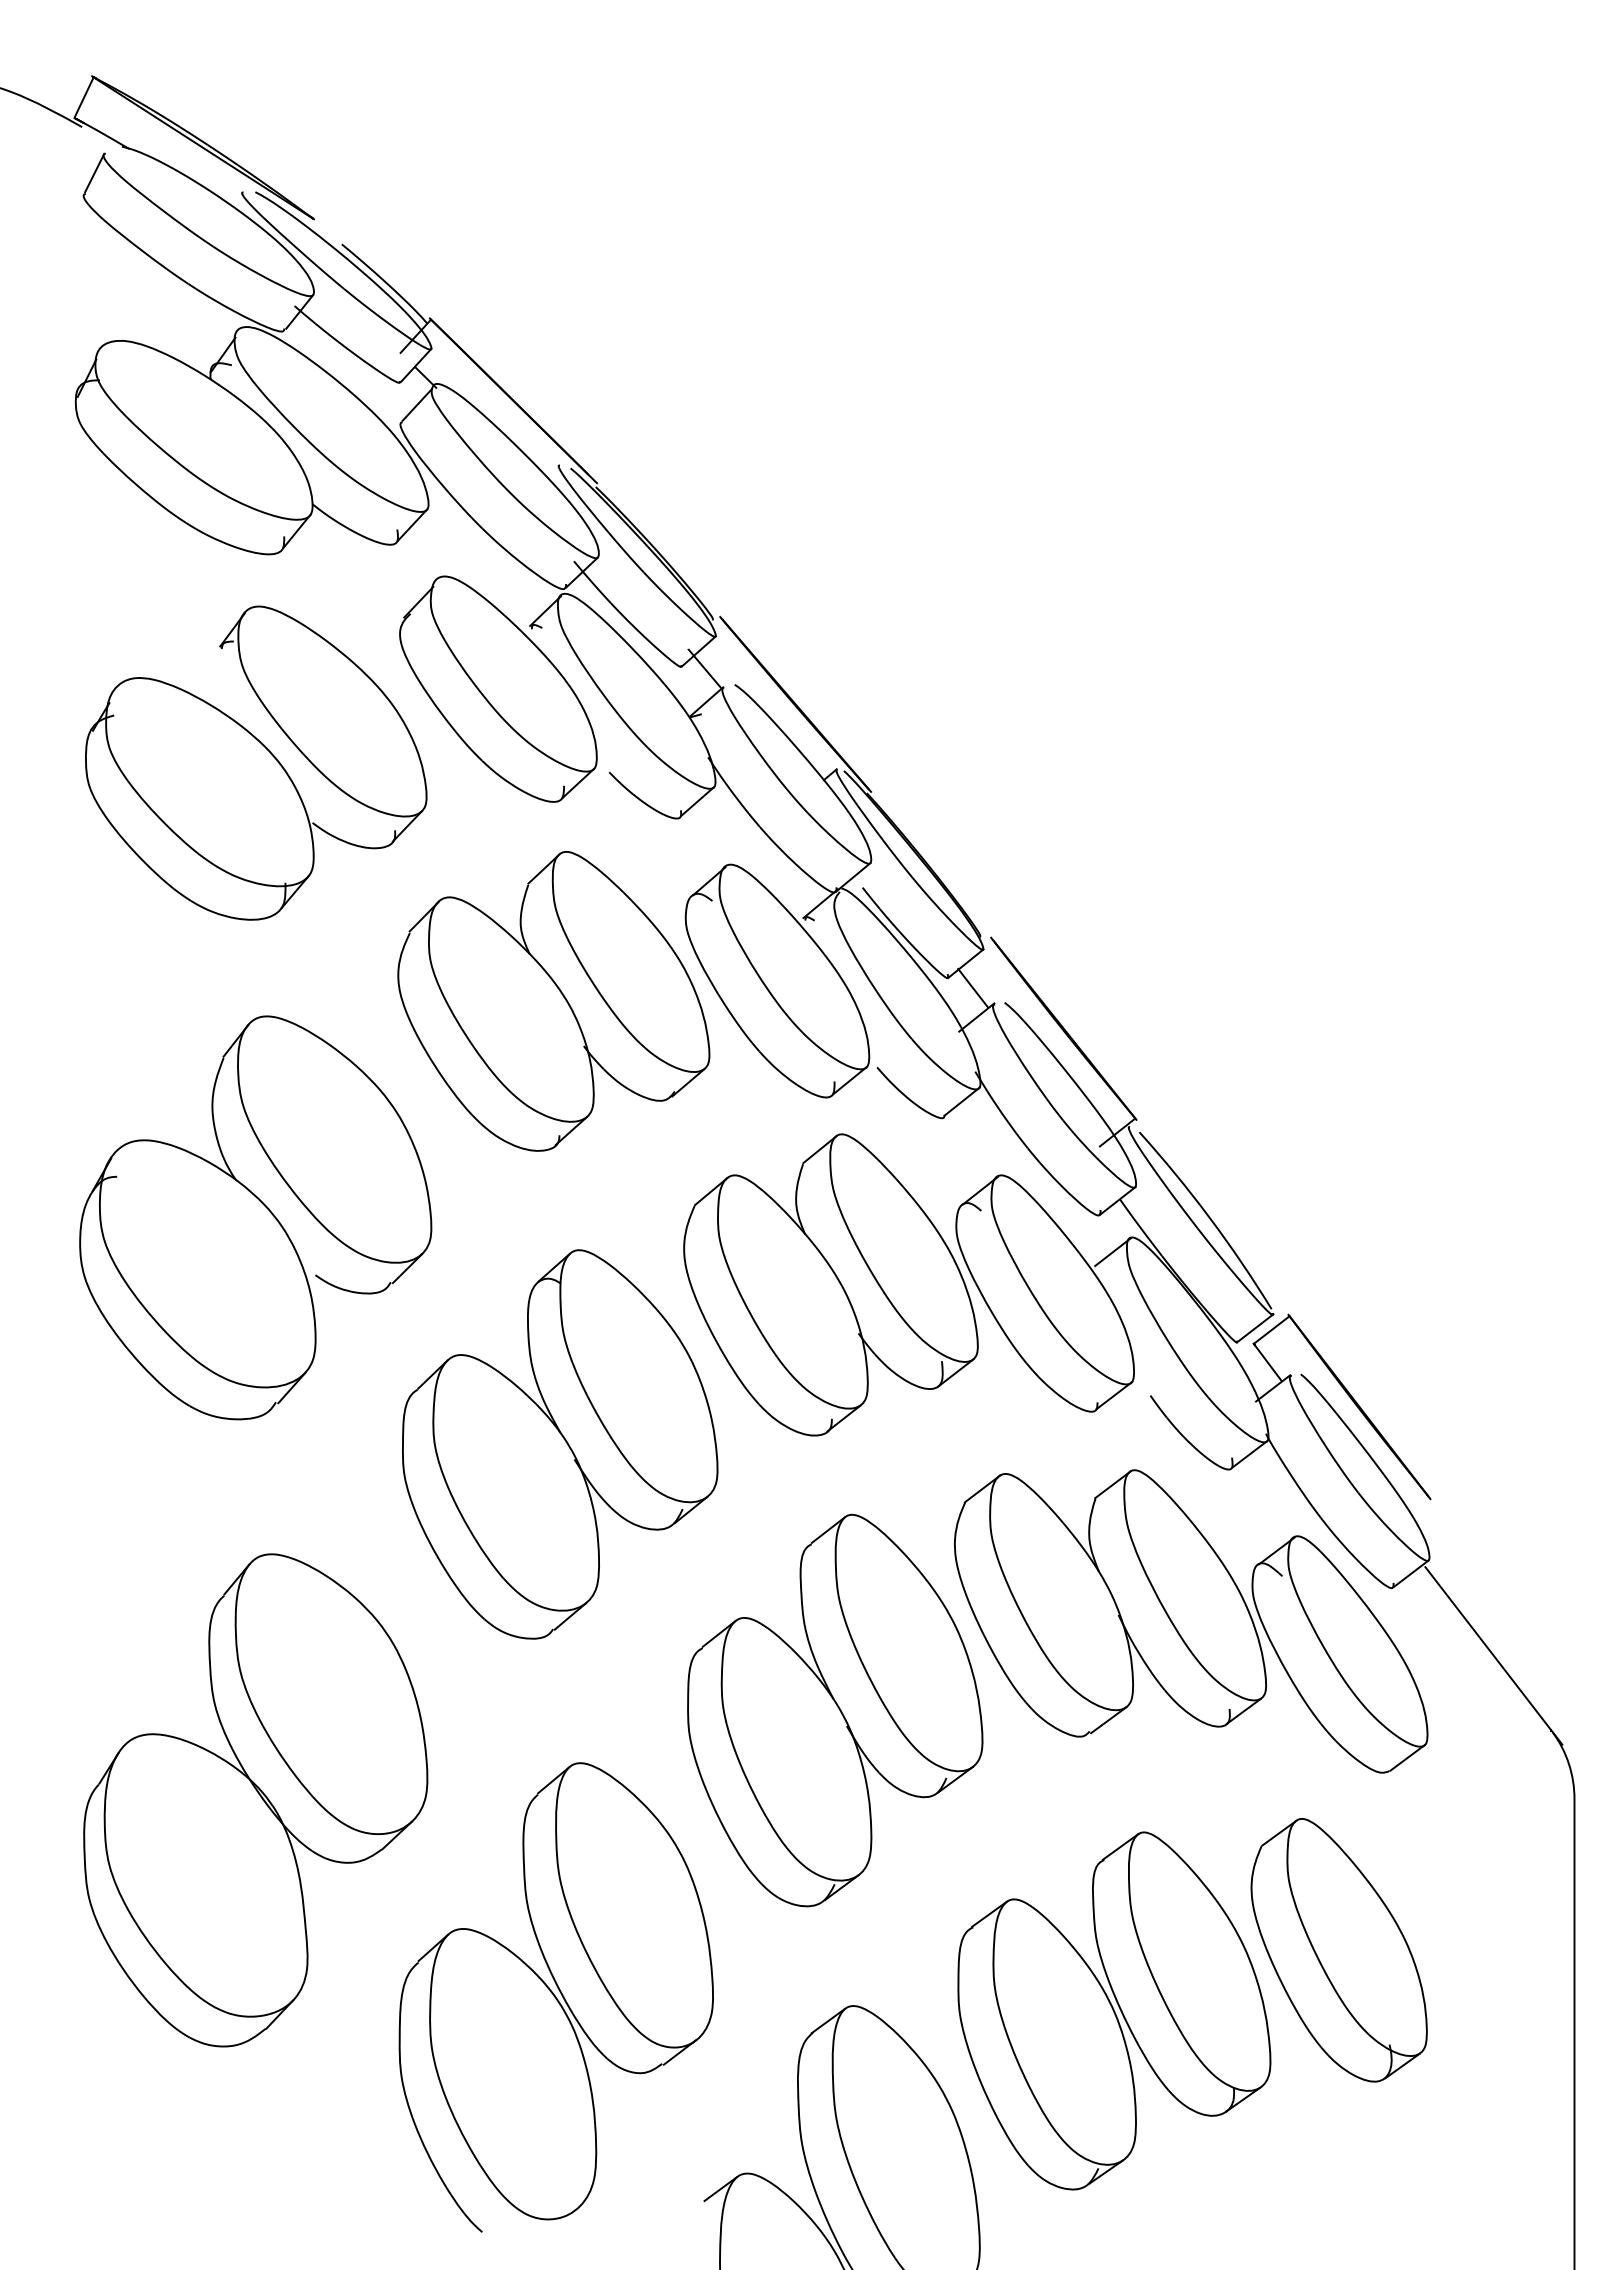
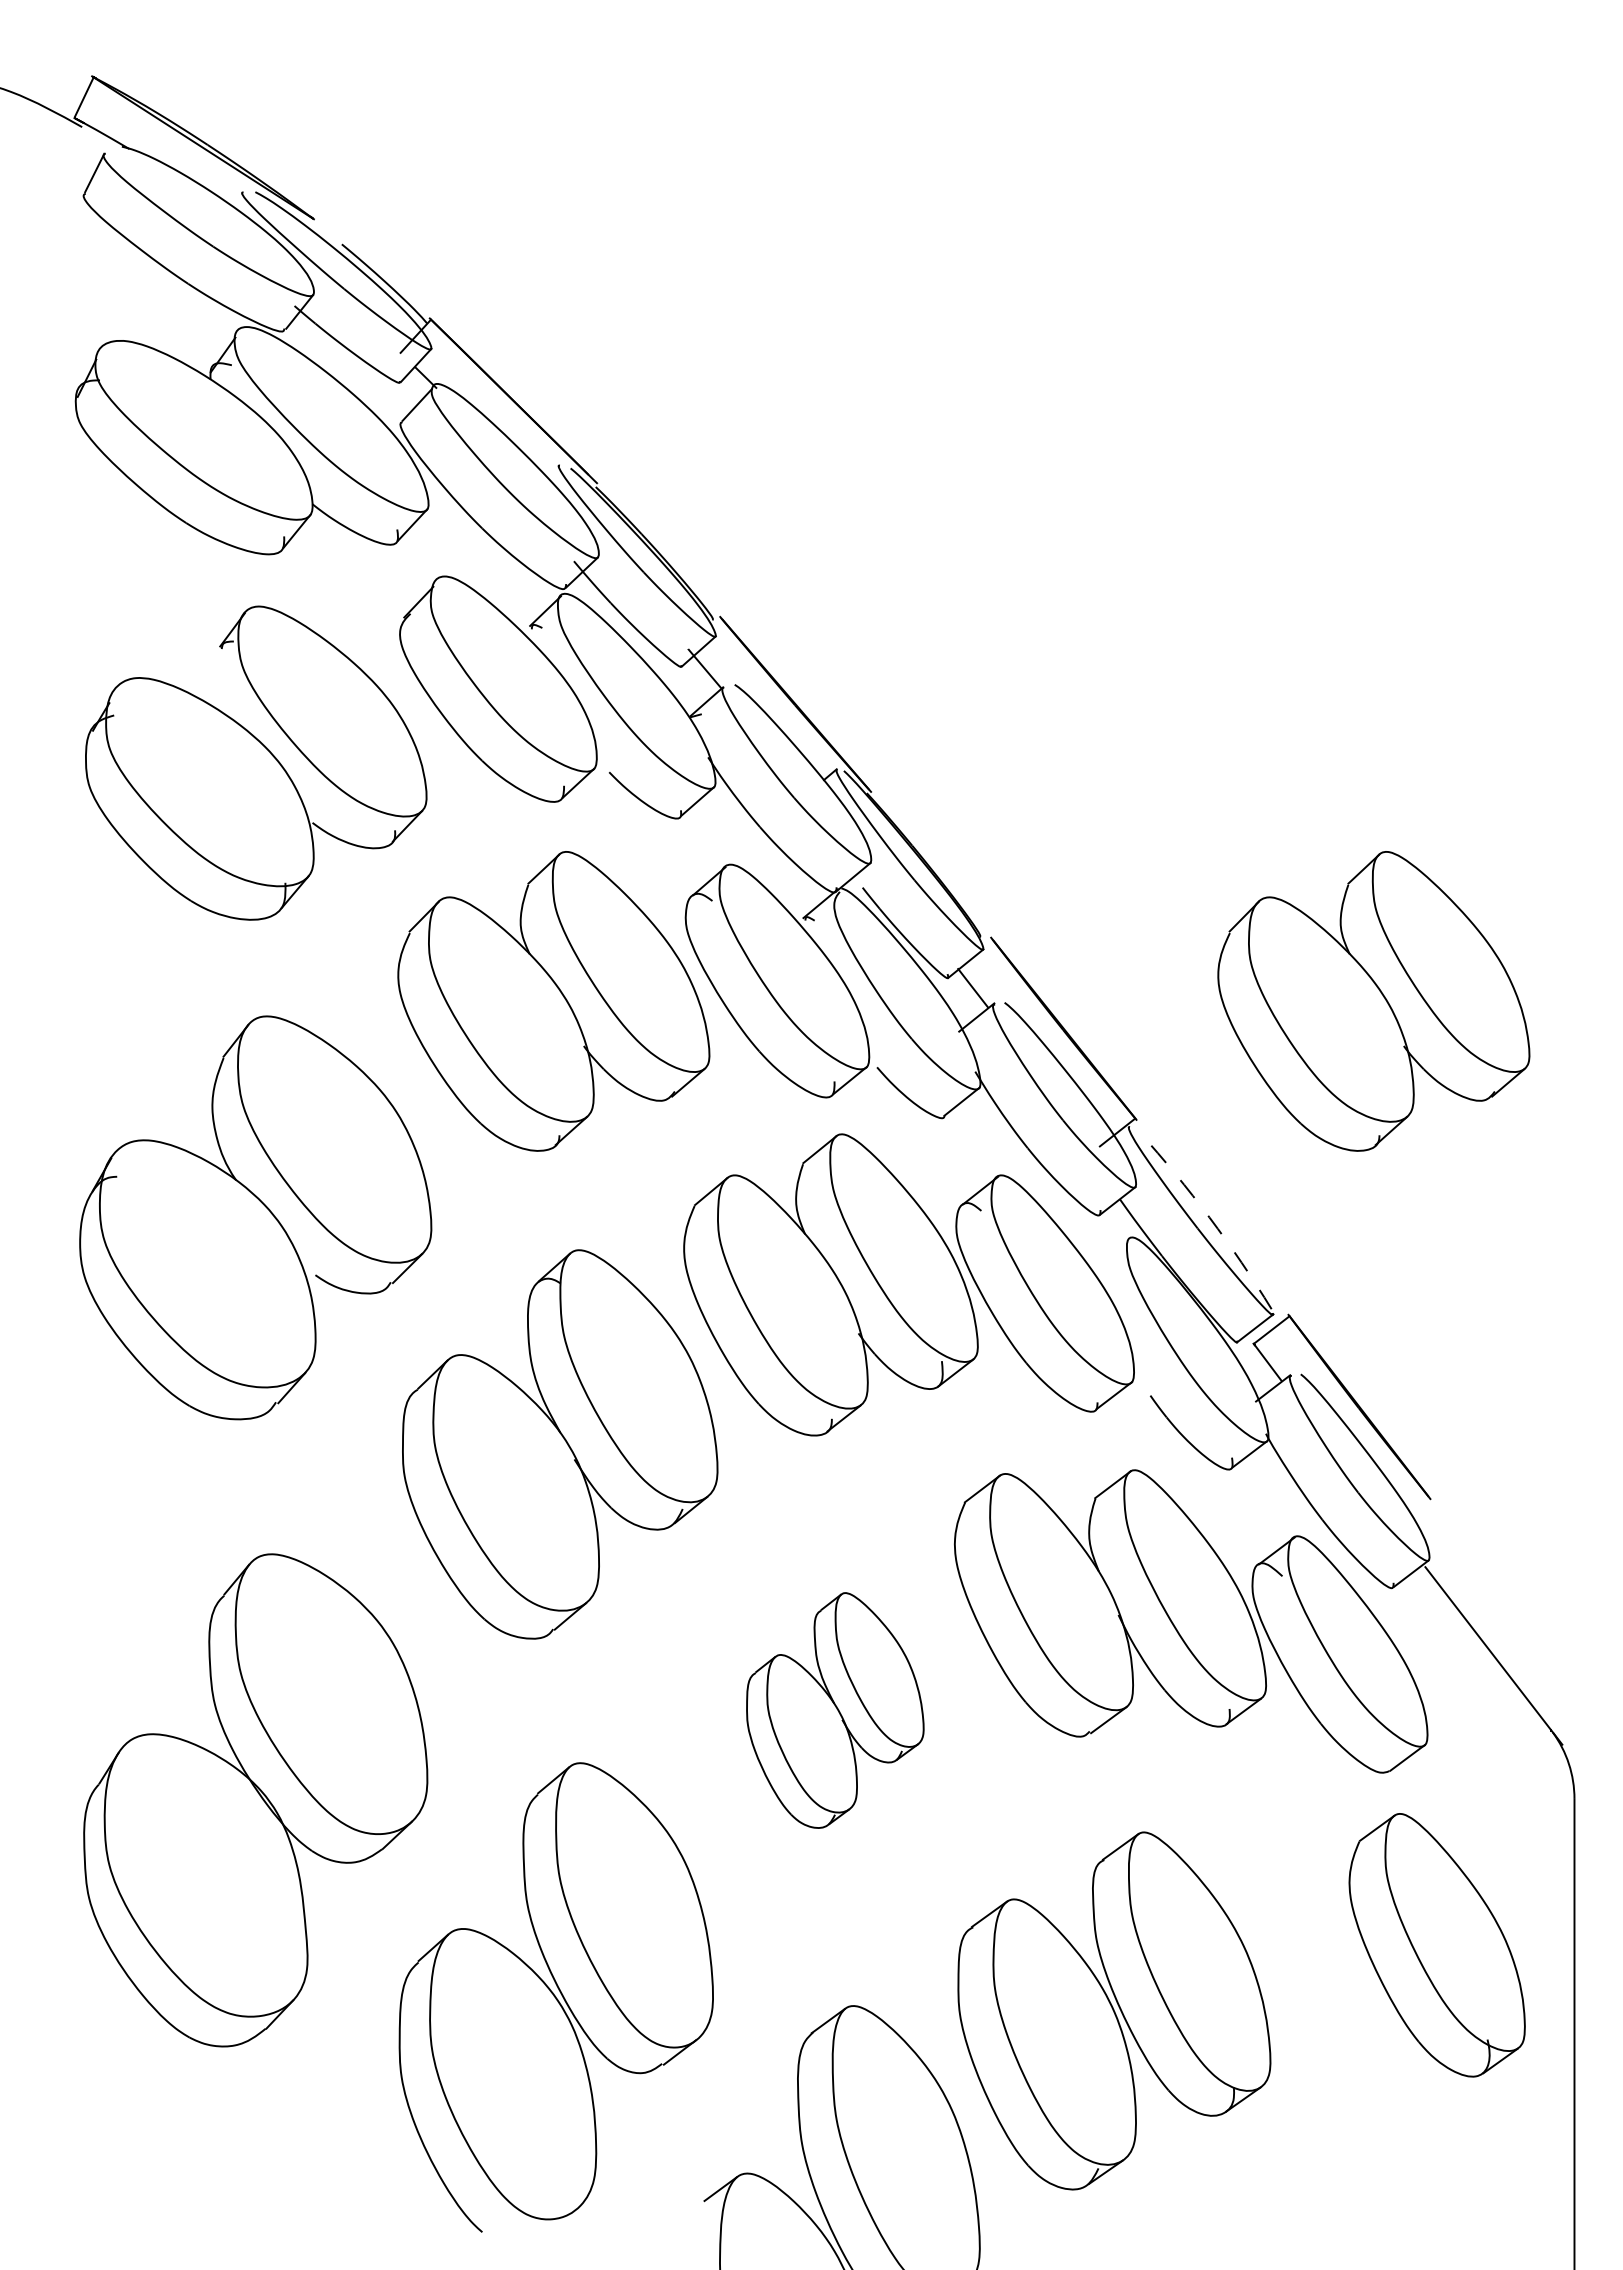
part at (1373, 1001): none -> present
arc at (1209, 1217): solid -> dashed
line at (1112, 1252): present -> none
part at (835, 1710) size: 297x395 px -> 179x237 px
part at (1338, 1950) position: (1338, 1950) -> (1436, 1945)
